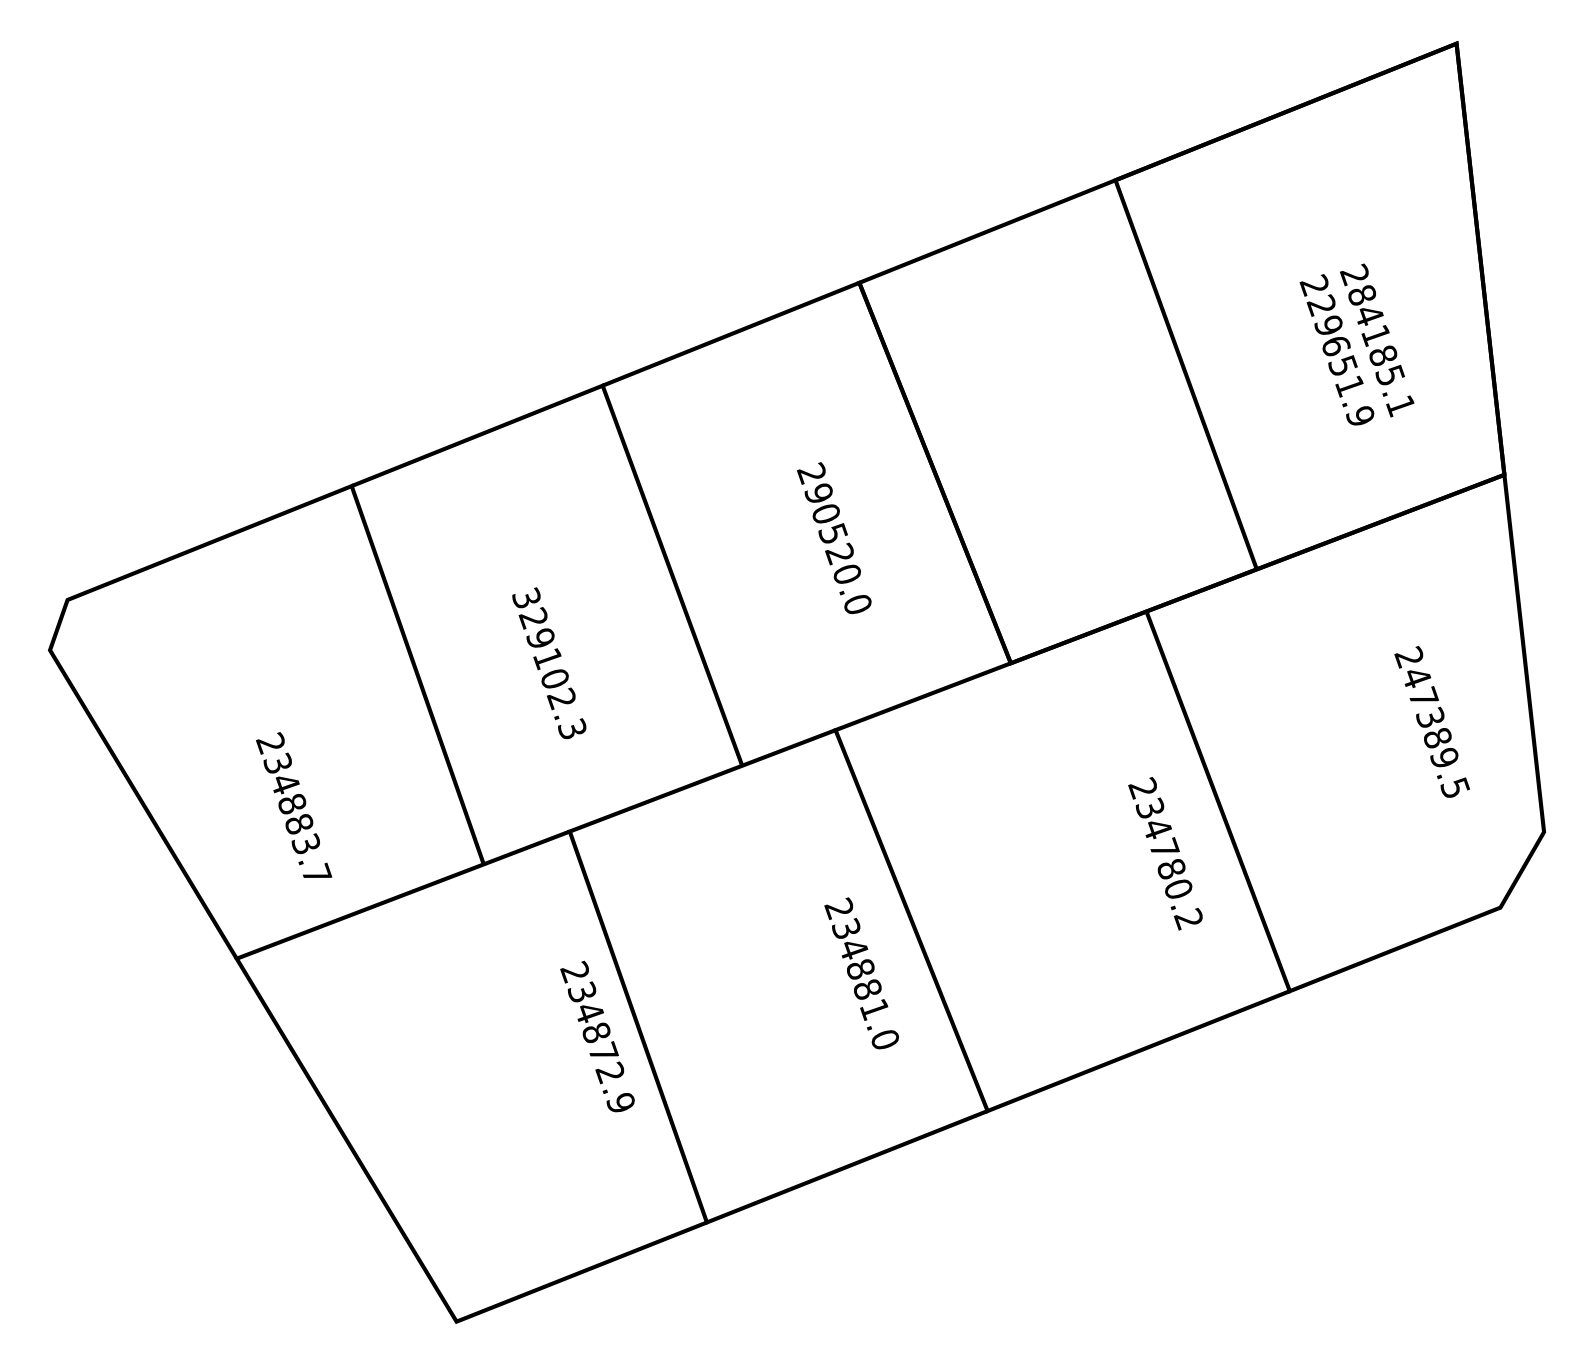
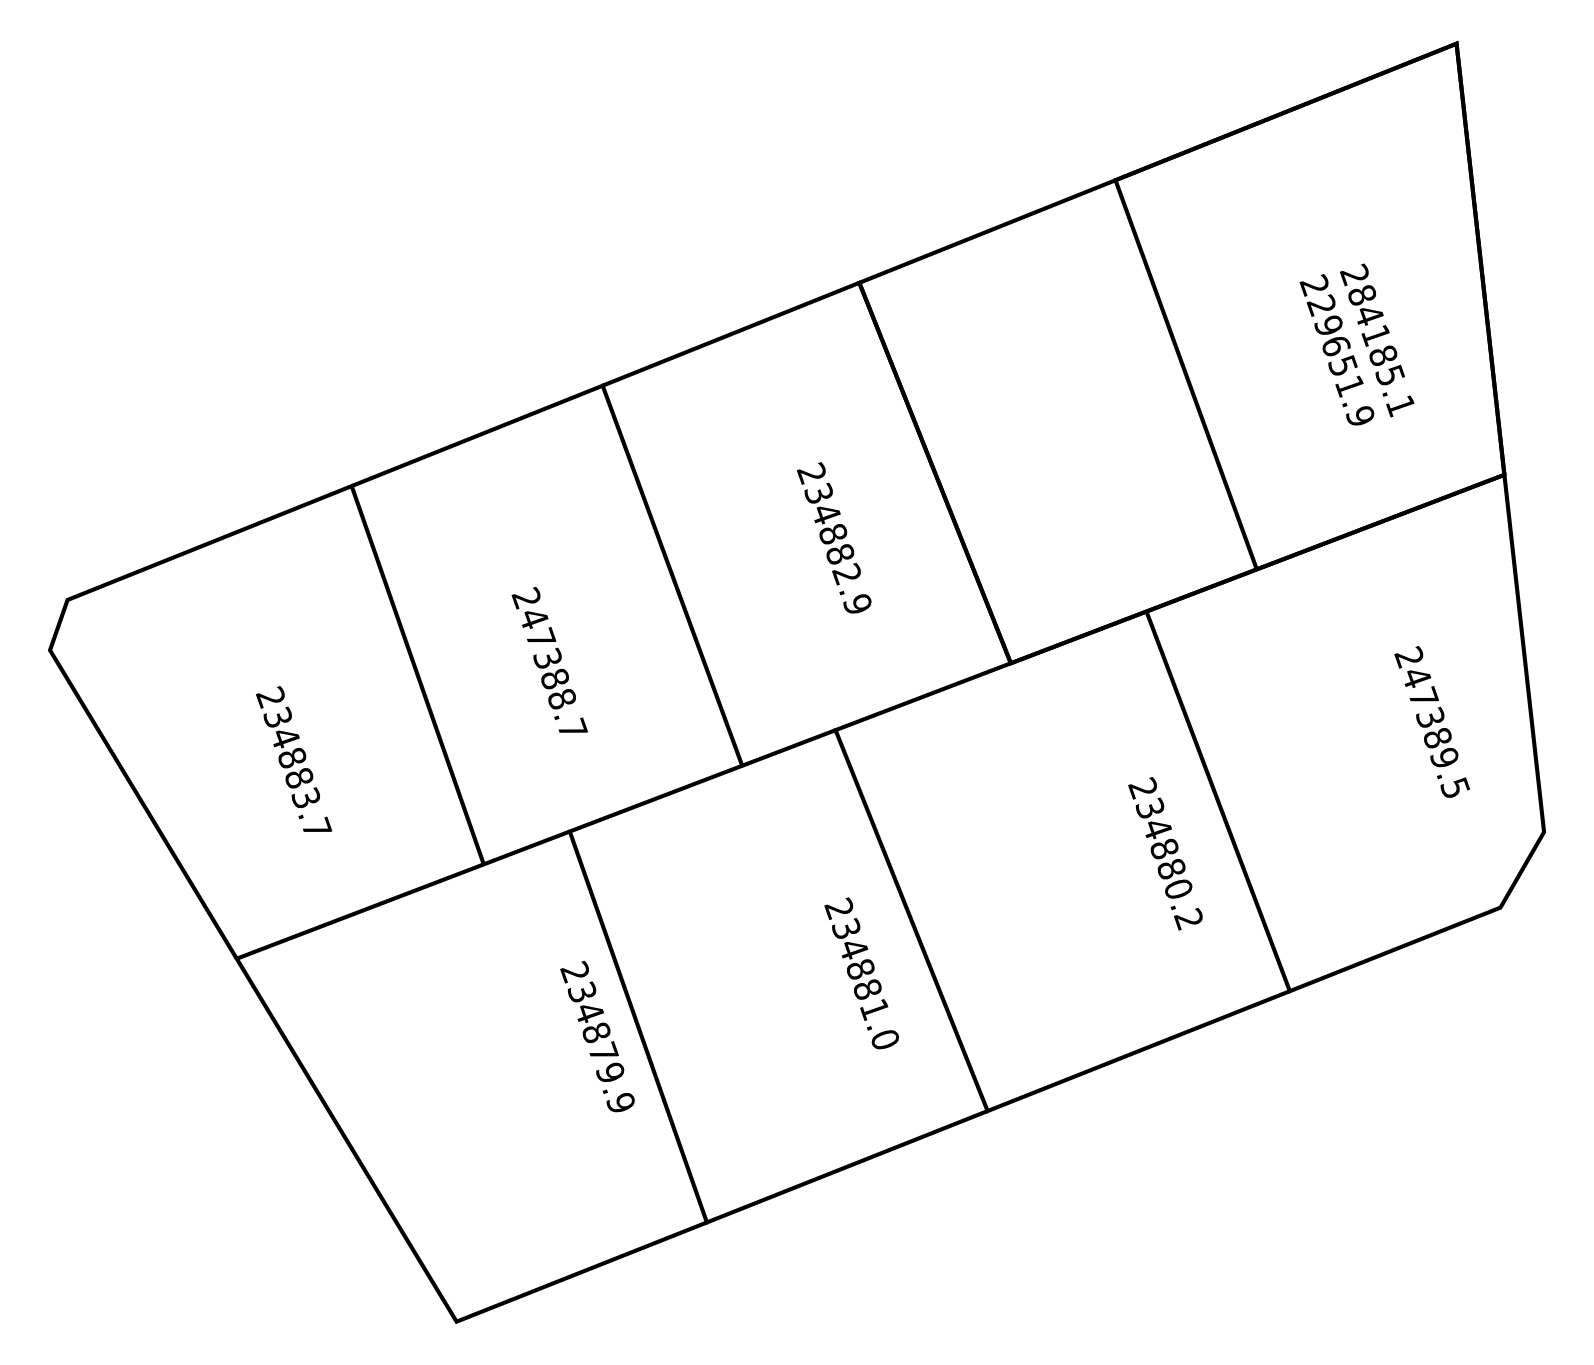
text at (837, 548): 290520.0 -> 234882.9
text at (549, 662): 329102.3 -> 247388.7
text at (294, 804) position: (294, 804) -> (294, 758)
text at (1164, 848): 234780.2 -> 234880.2
text at (609, 1072): 234872.9 -> 234879.9
